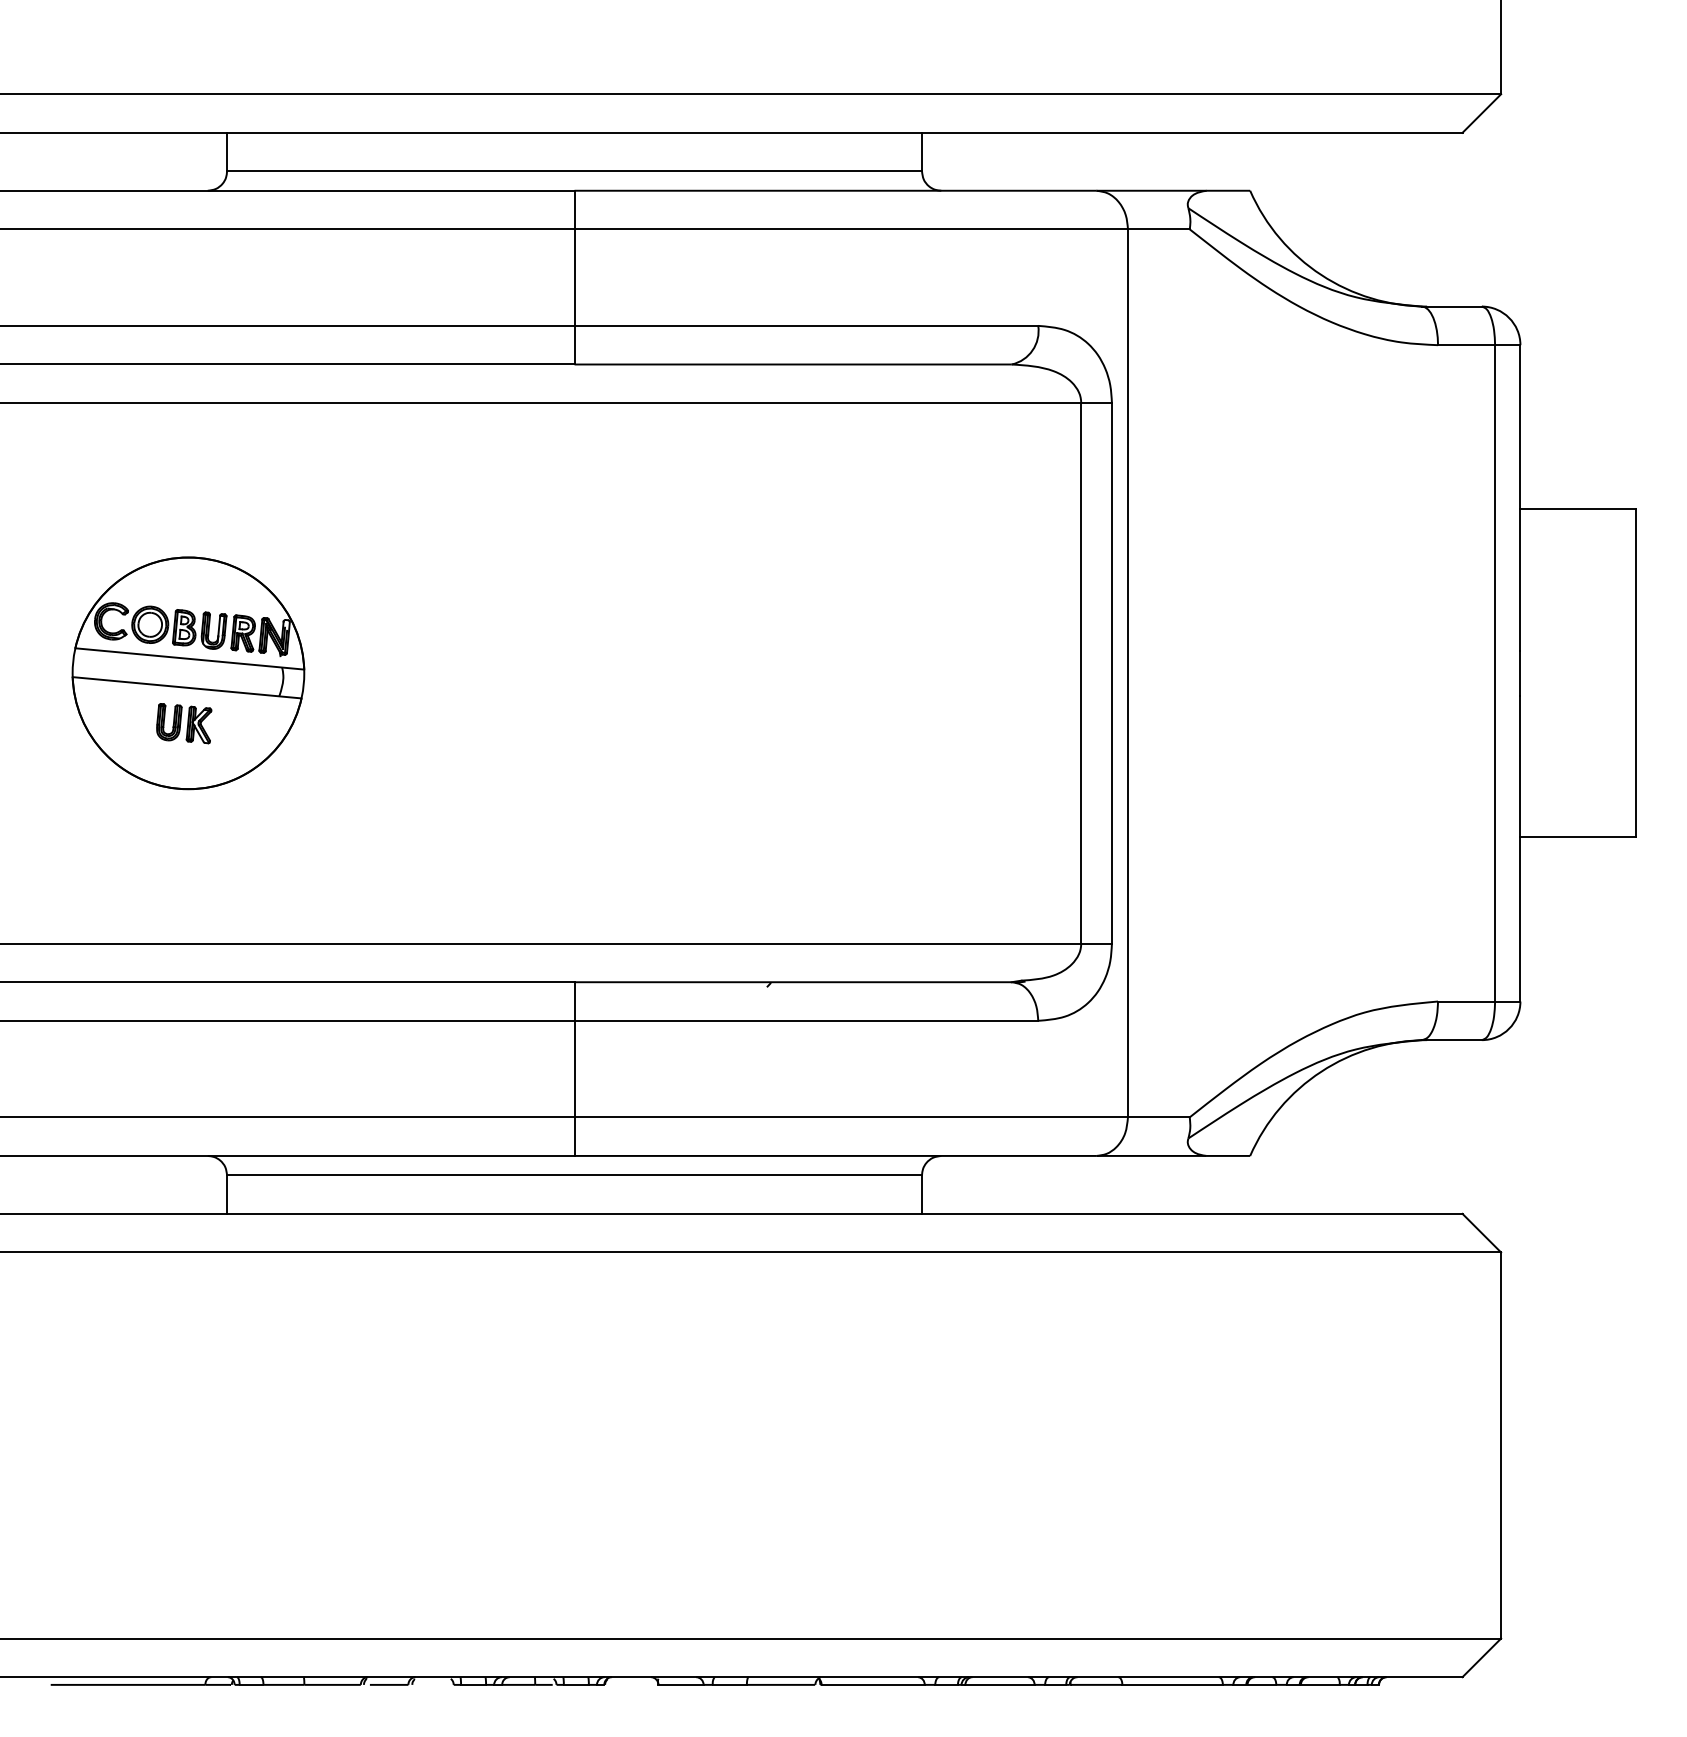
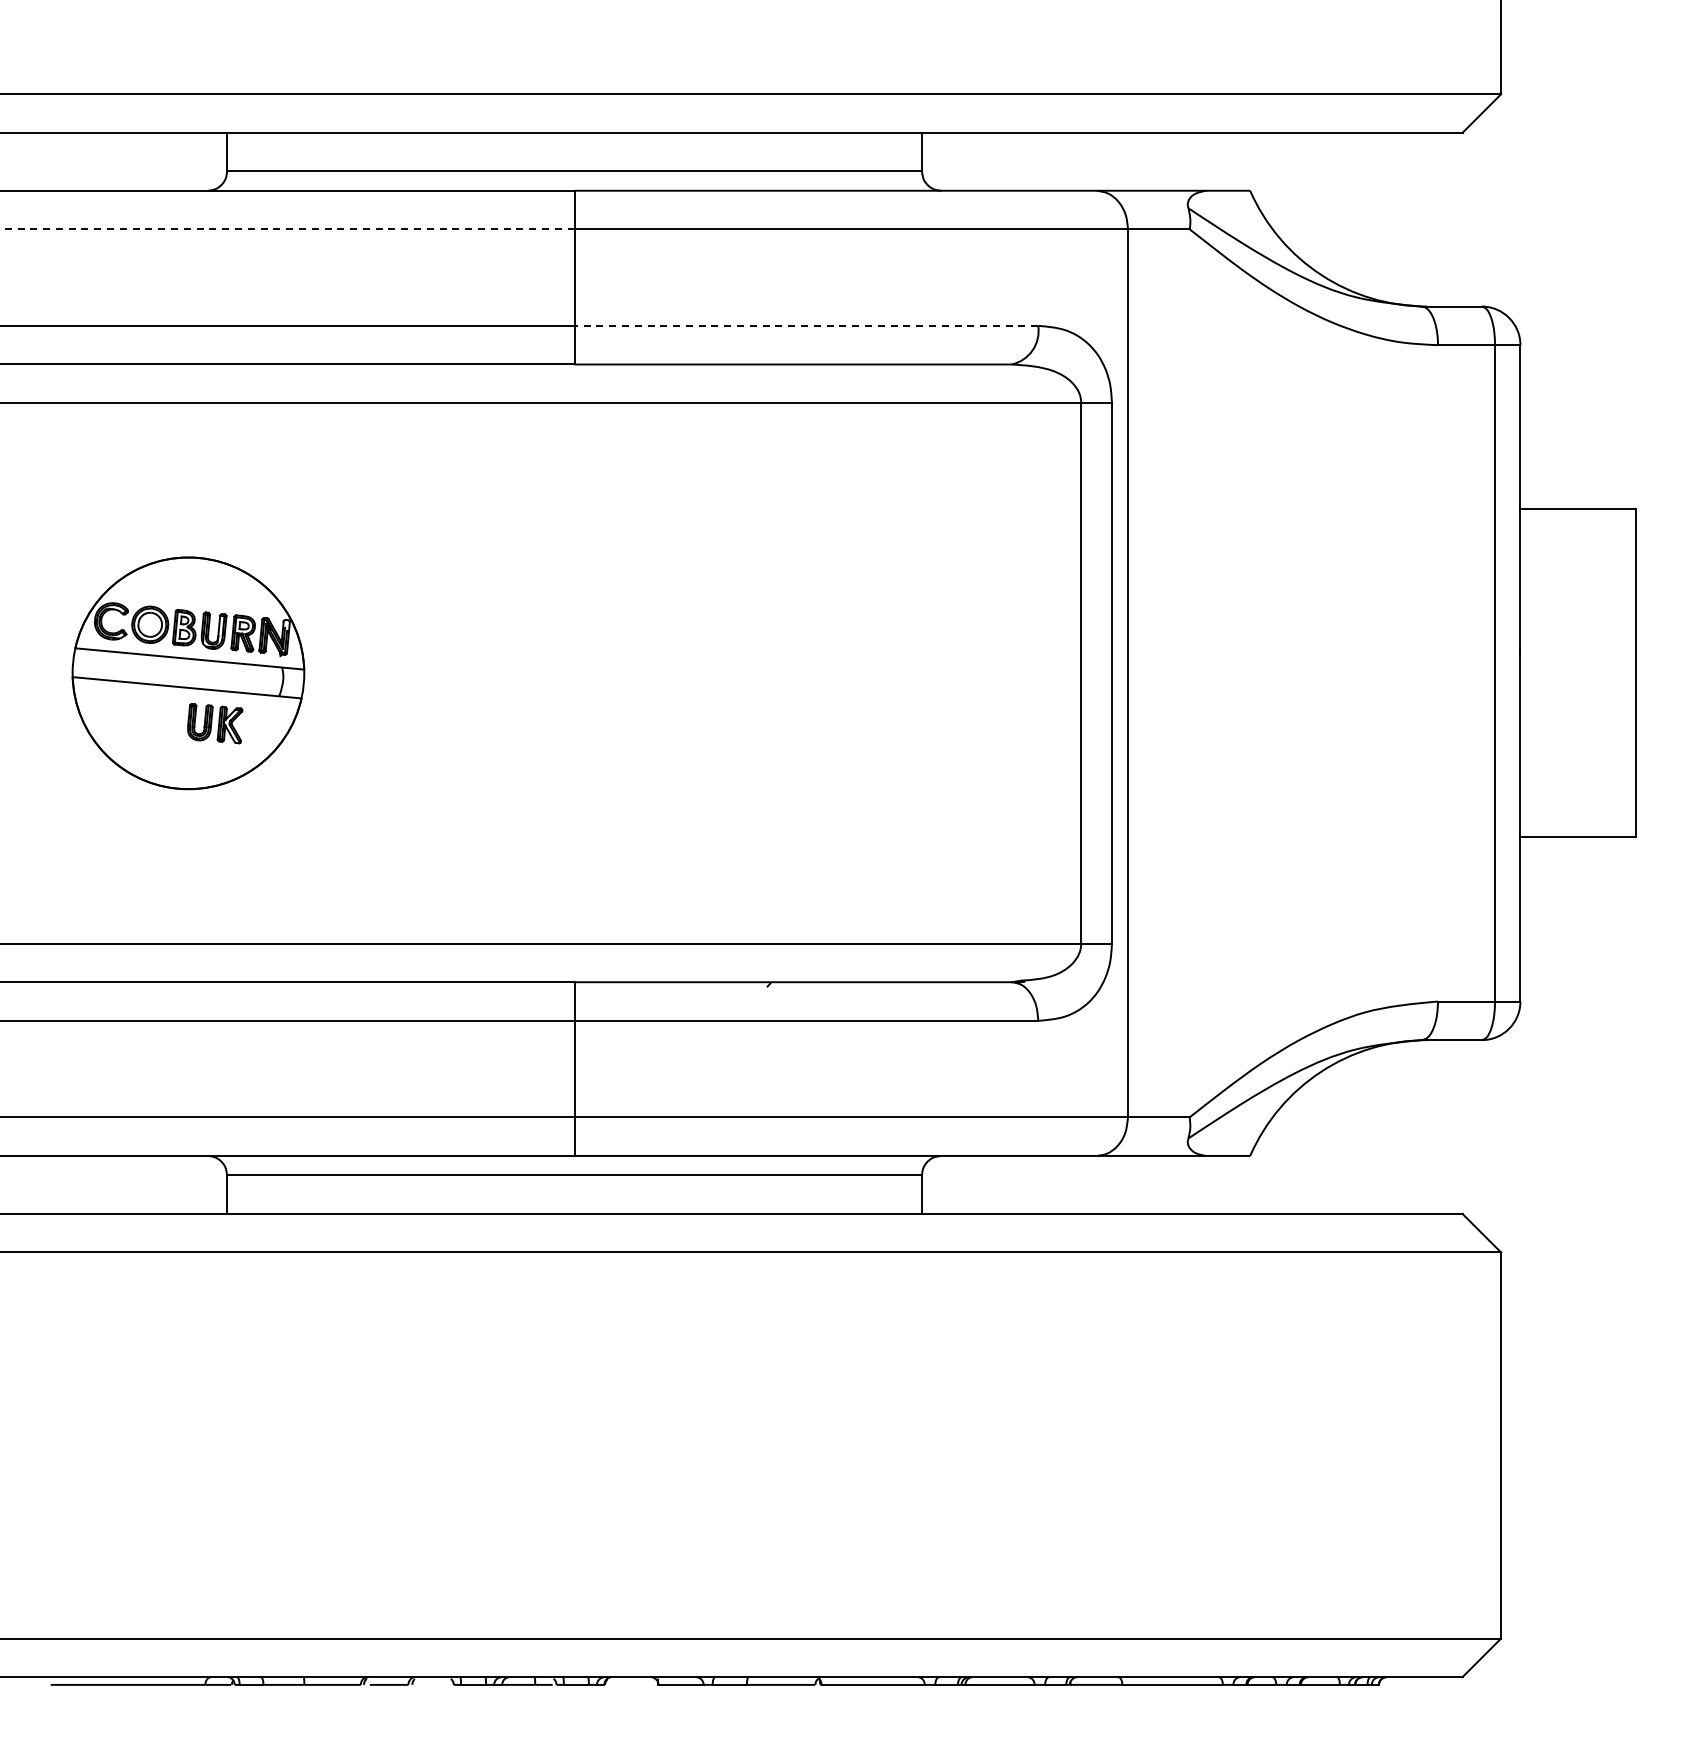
line at (287, 229): solid -> dashed
line at (806, 325): solid -> dashed
part at (184, 723) position: (184, 723) -> (215, 723)
